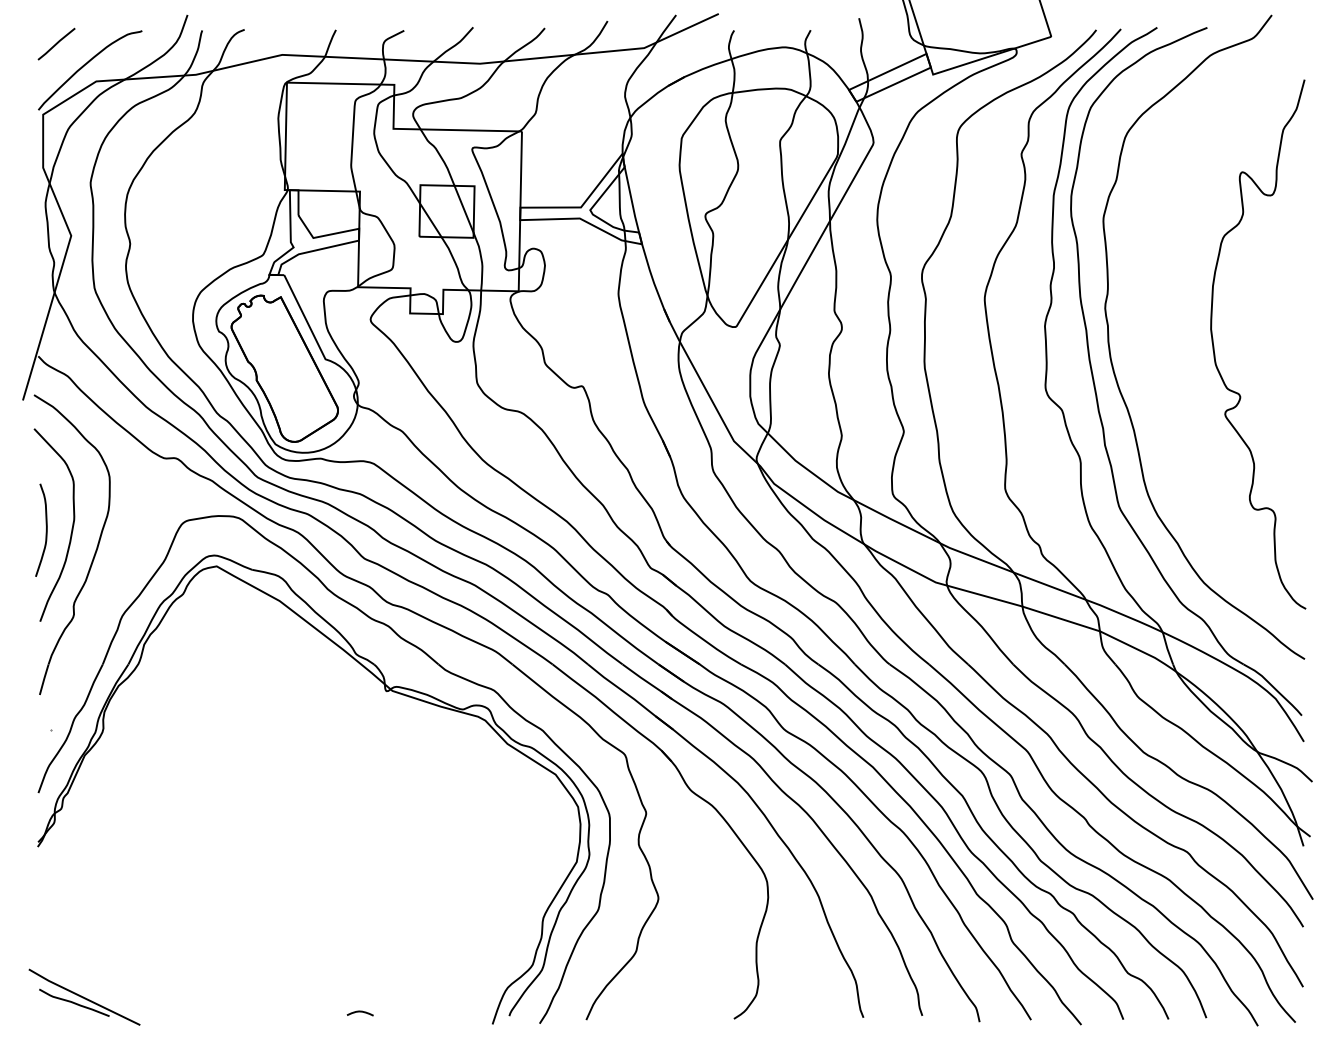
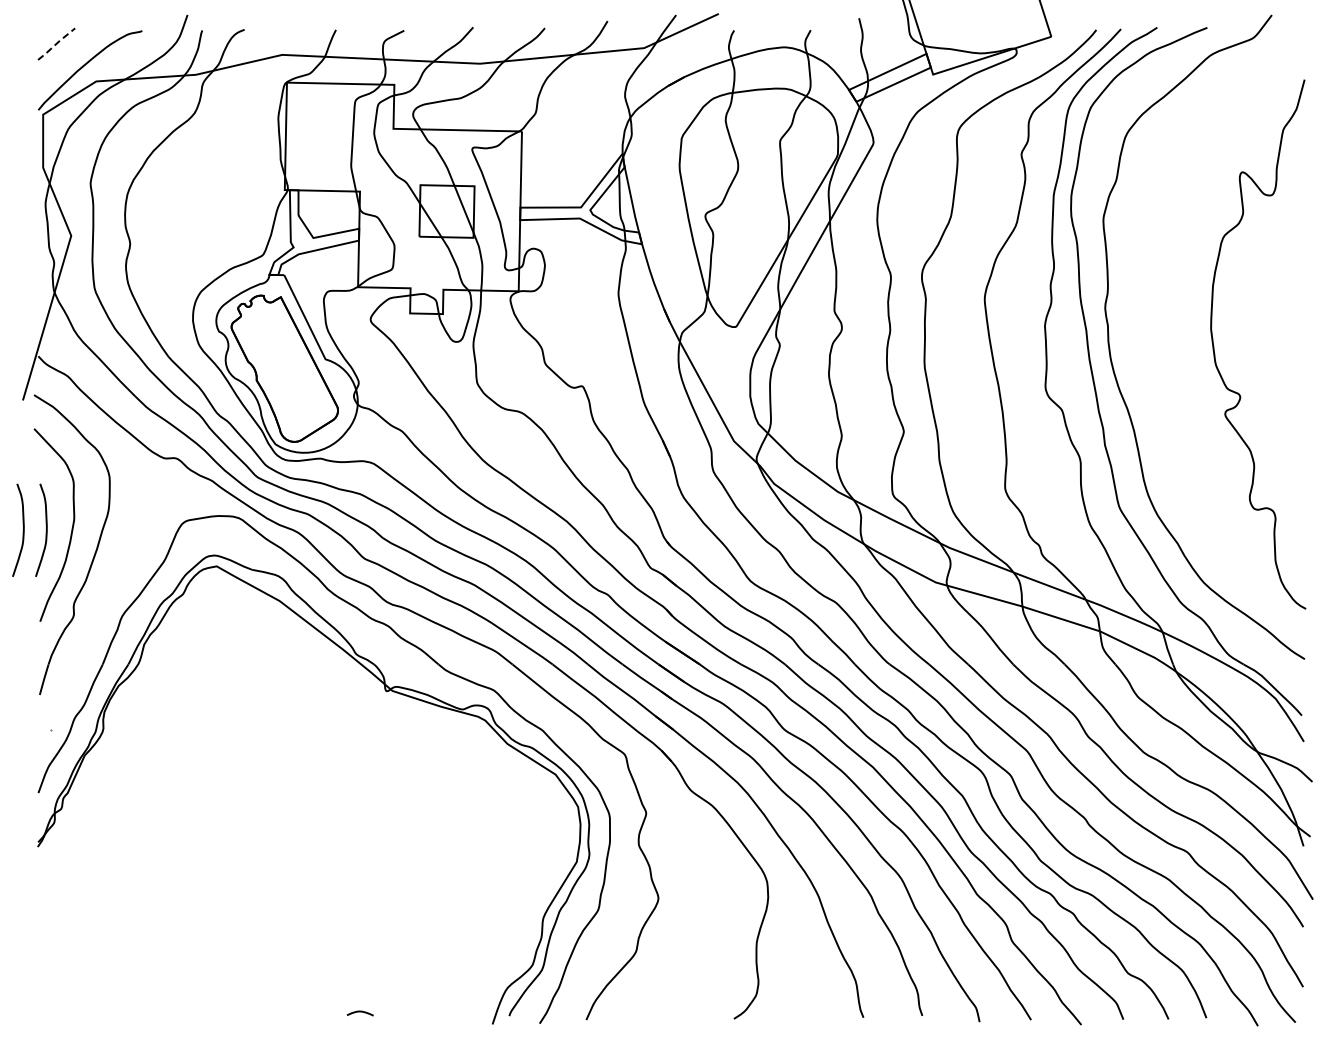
line at (56, 44): solid -> dashed
curve at (22, 530): none -> present
part at (84, 996): present -> none
